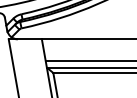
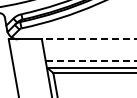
line at (88, 39): solid -> dashed
line at (90, 61): solid -> dashed
